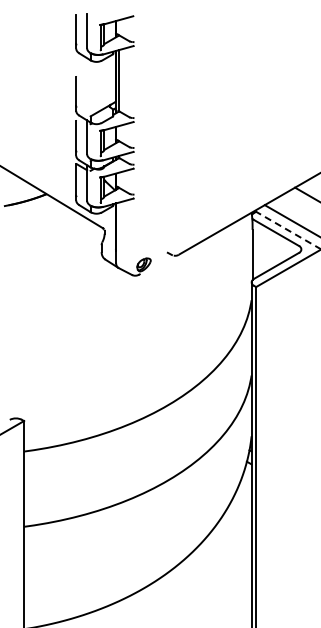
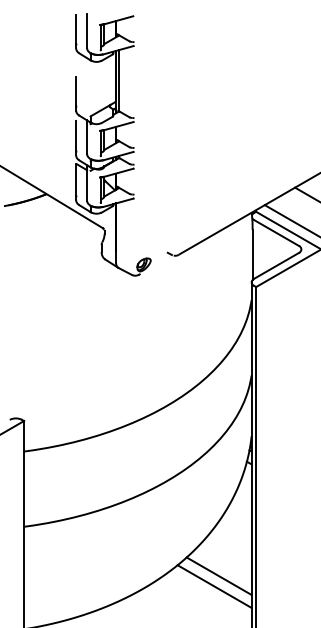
line at (287, 230): dashed -> solid
line at (218, 575): none -> present
line at (214, 586): none -> present
